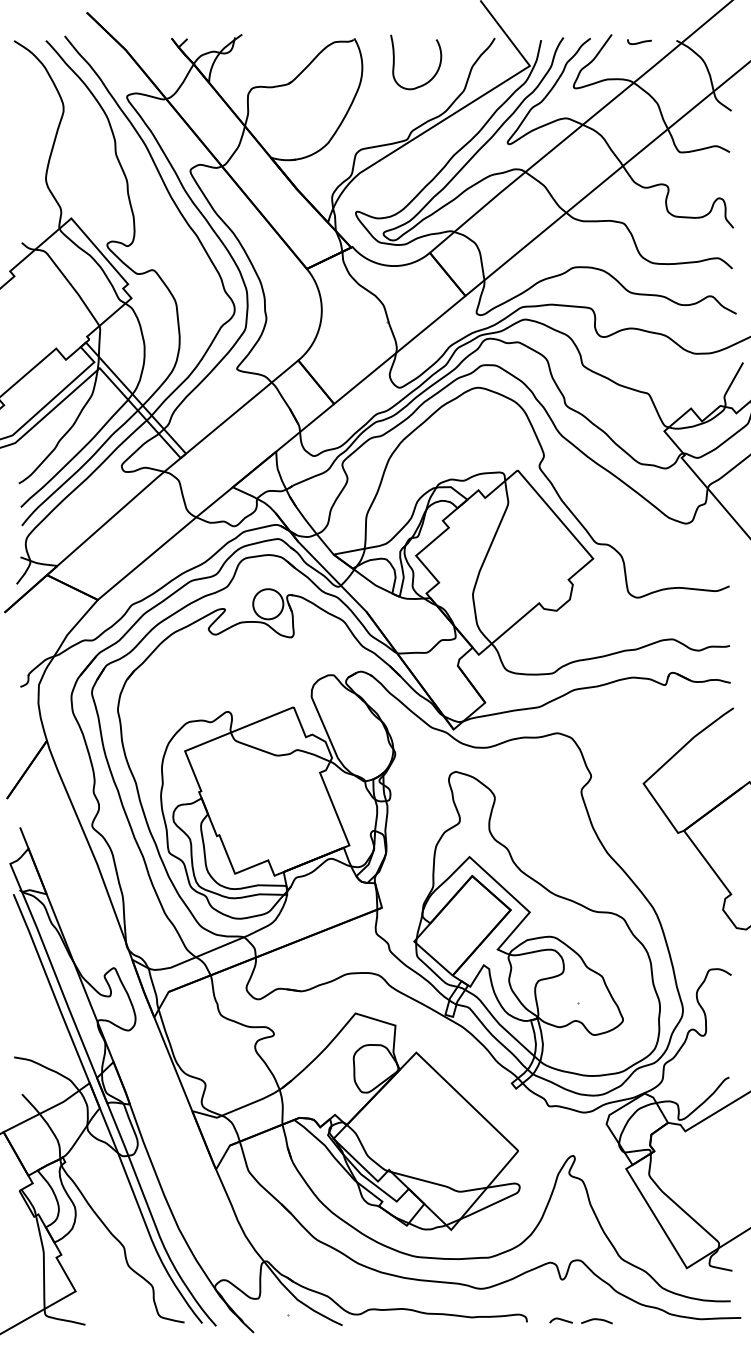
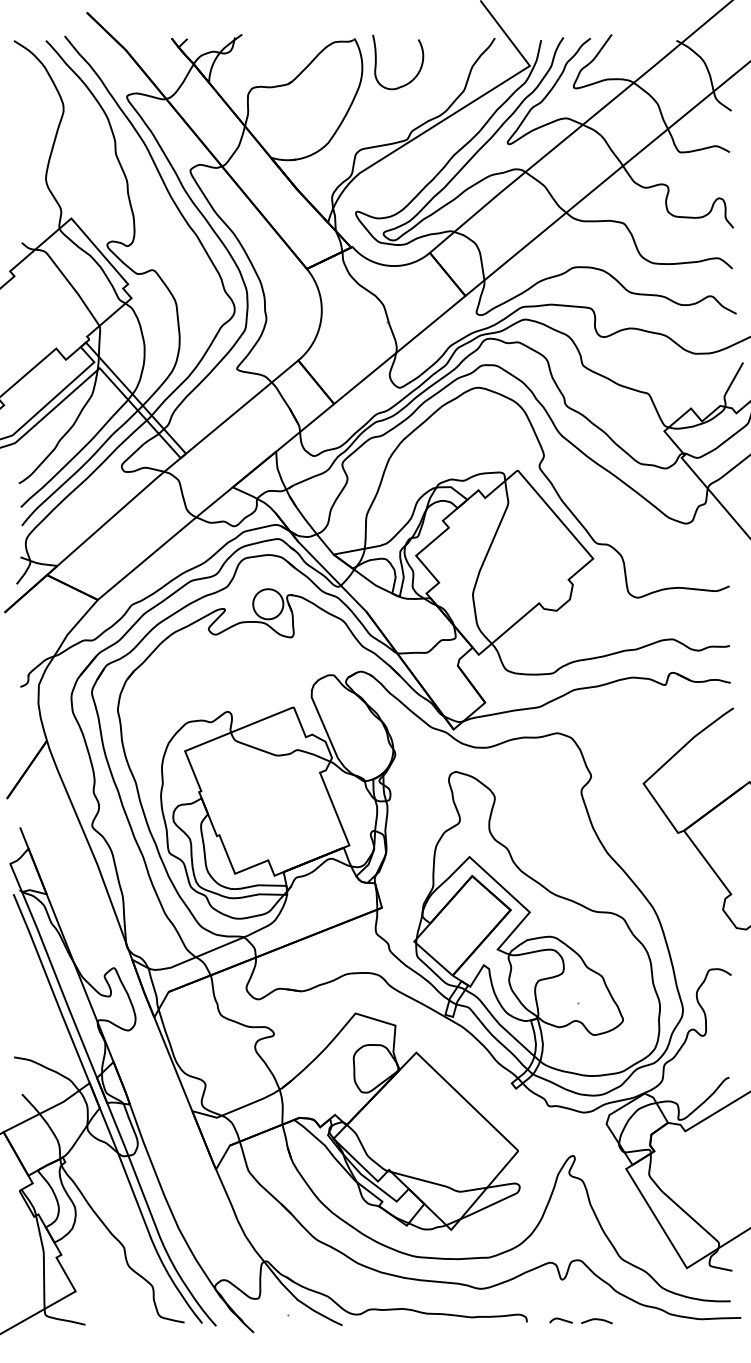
curve at (639, 42): present -> none
curve at (432, 76) position: (432, 76) -> (414, 76)
